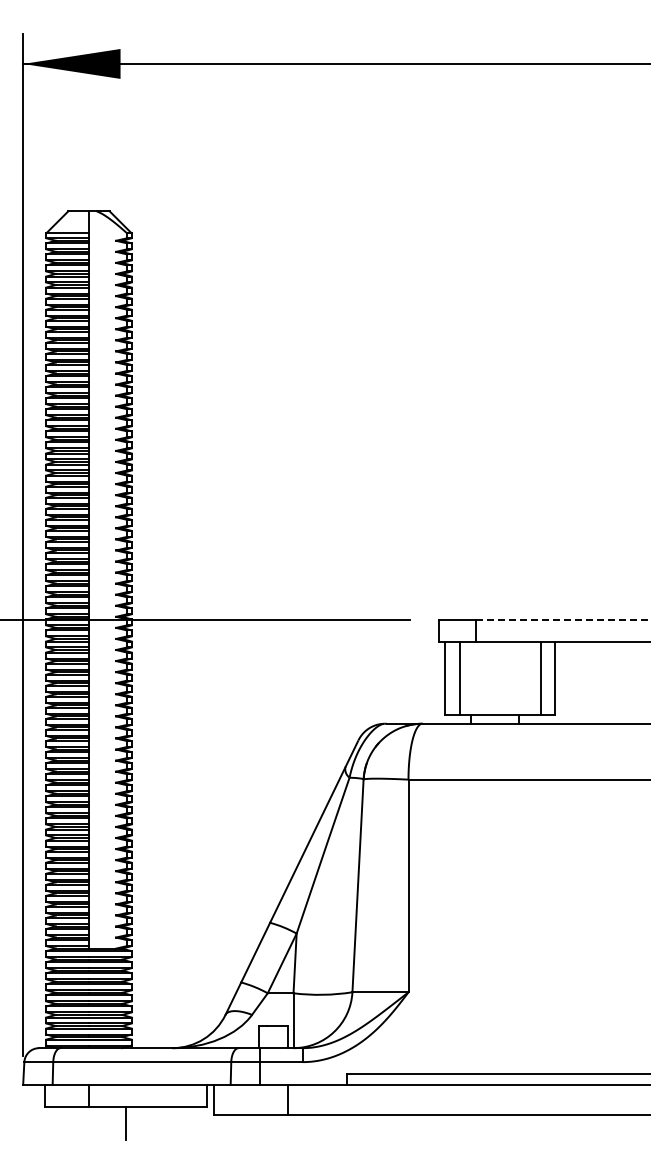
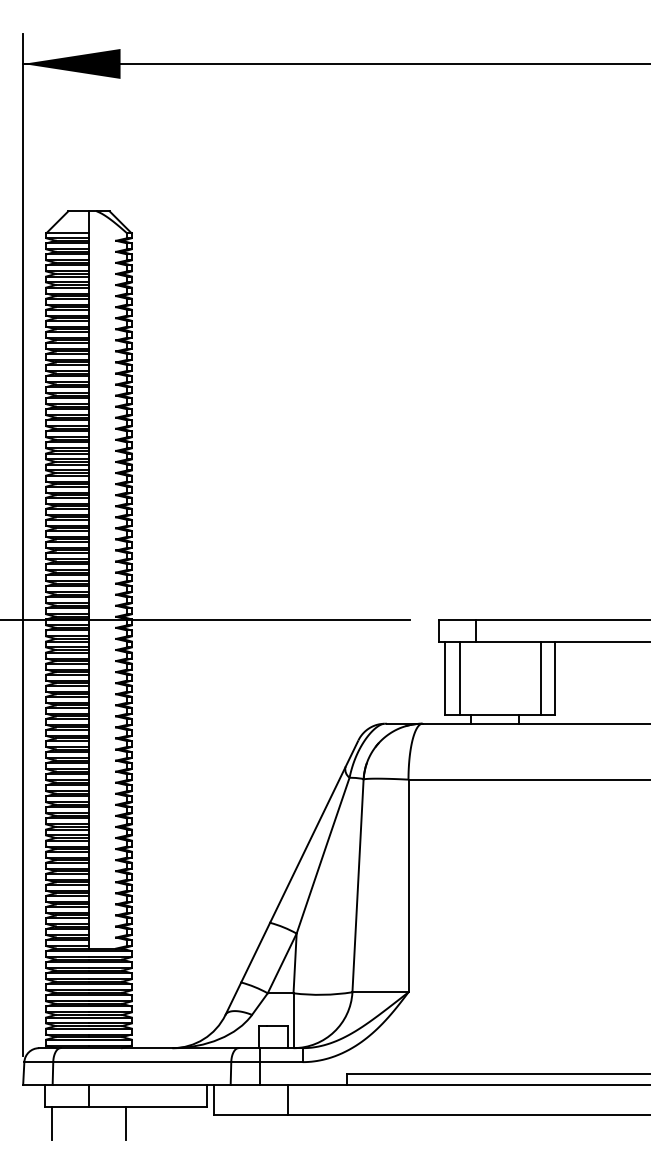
line at (564, 619): dashed -> solid
line at (52, 1123): none -> present
